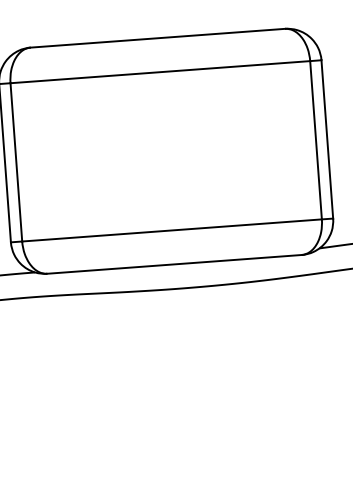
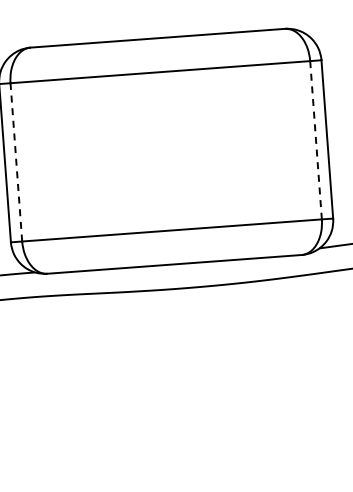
line at (316, 140): solid -> dashed
line at (16, 161): solid -> dashed
